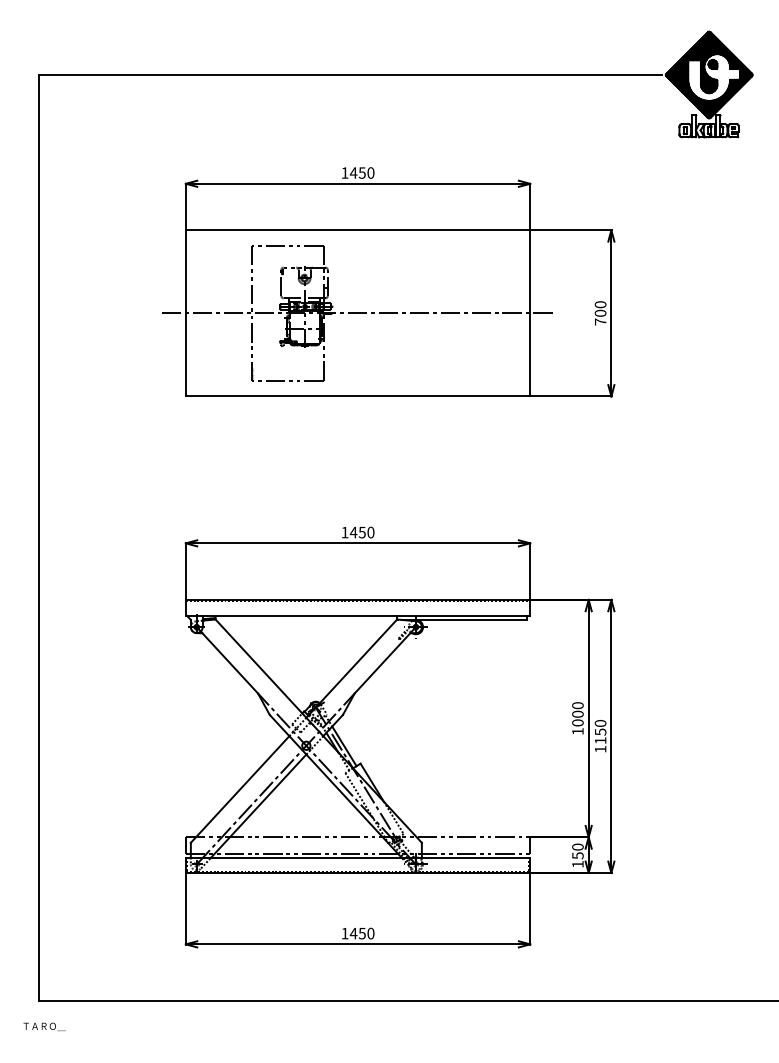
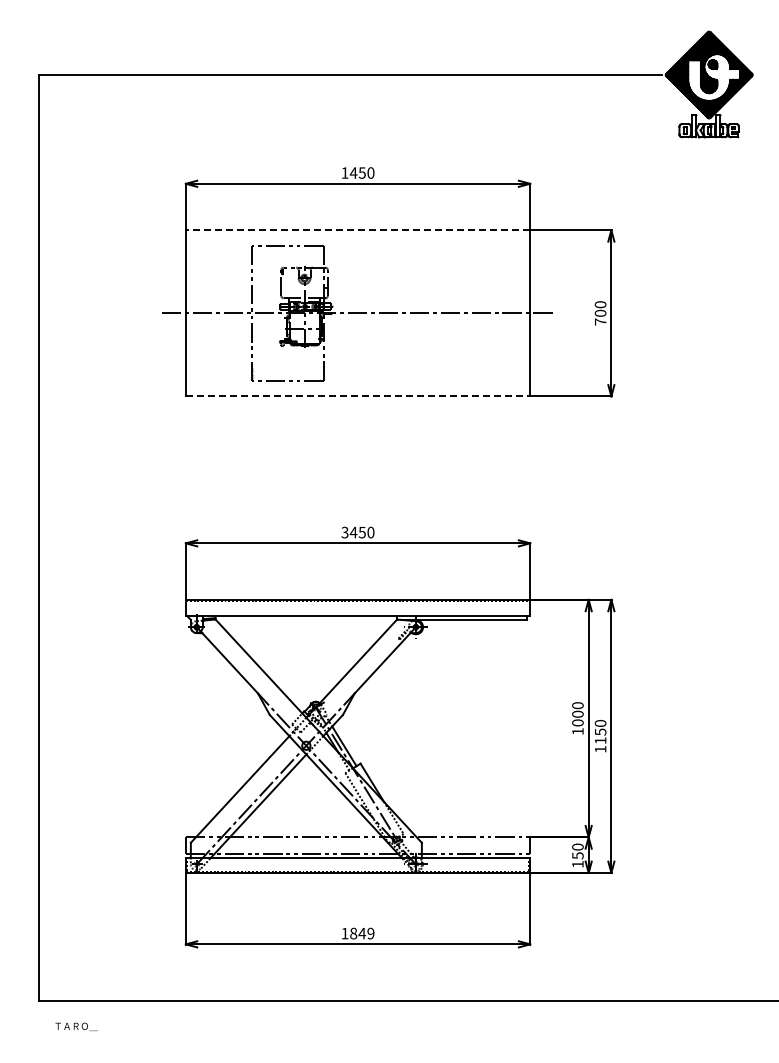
line at (357, 230): solid -> dashed
line at (358, 396): solid -> dashed
text at (344, 532): 1450 -> 3450
text at (361, 933): 1450 -> 1849
text at (44, 1026) position: (44, 1026) -> (76, 1026)
